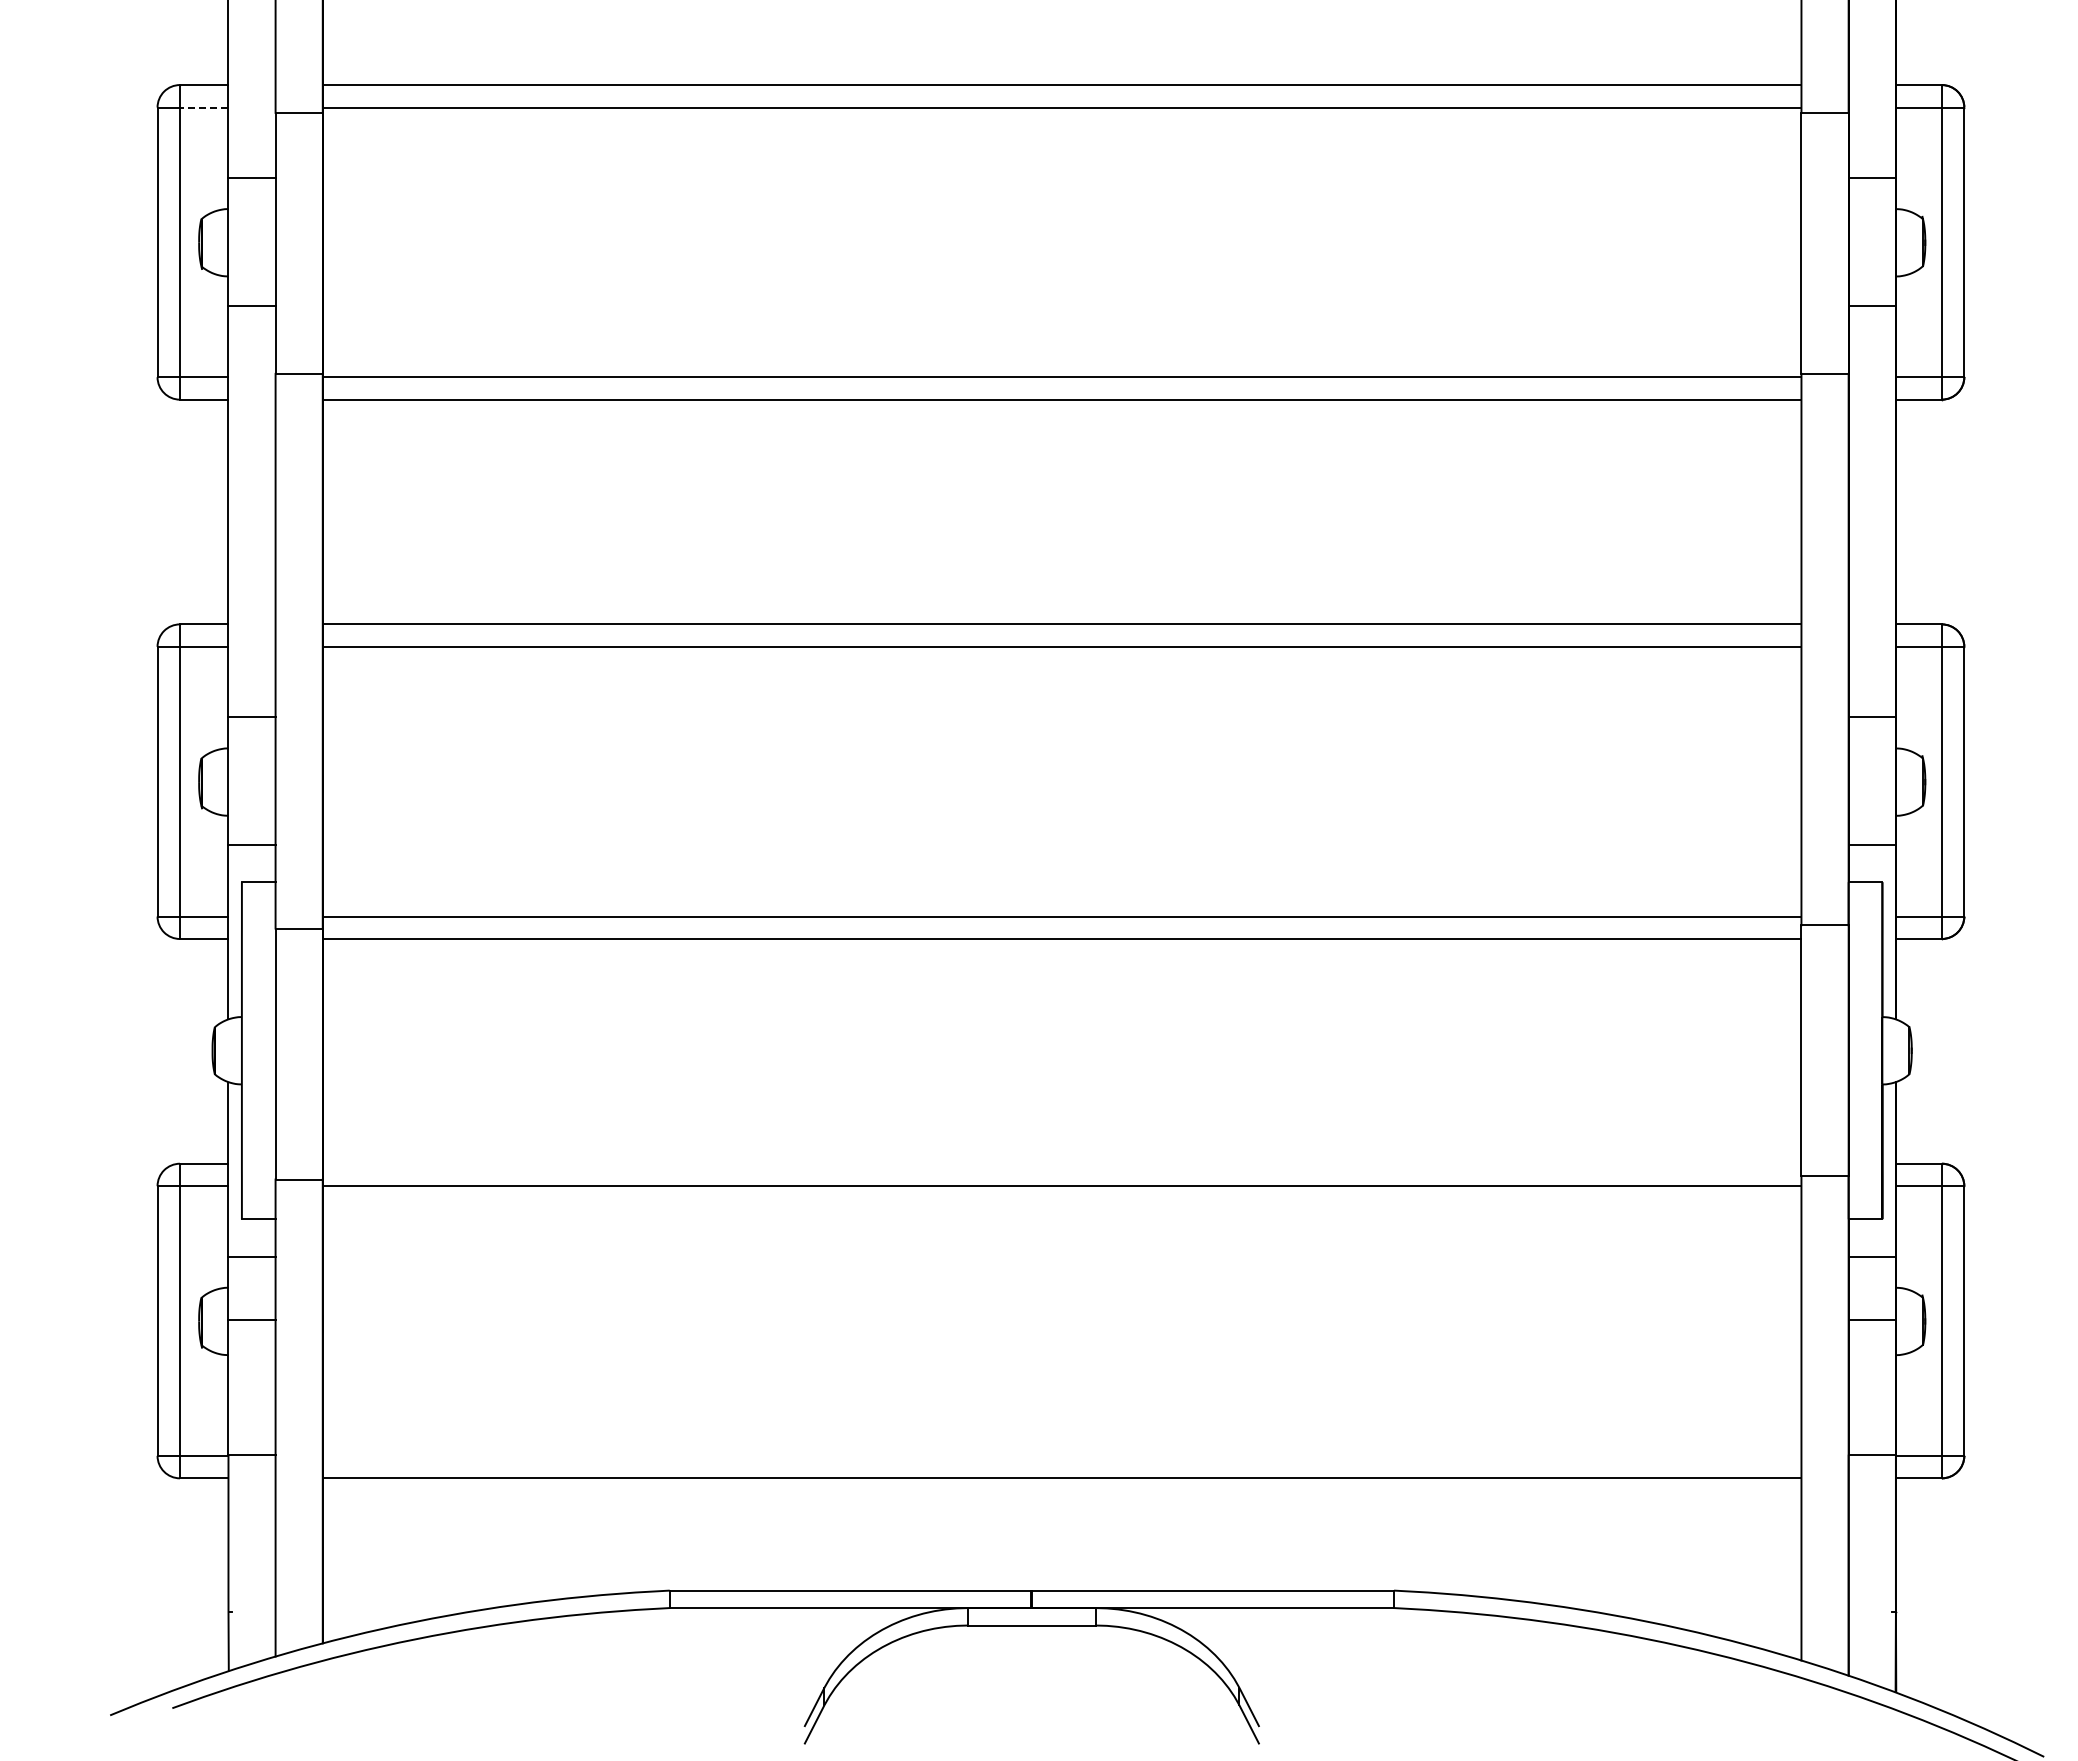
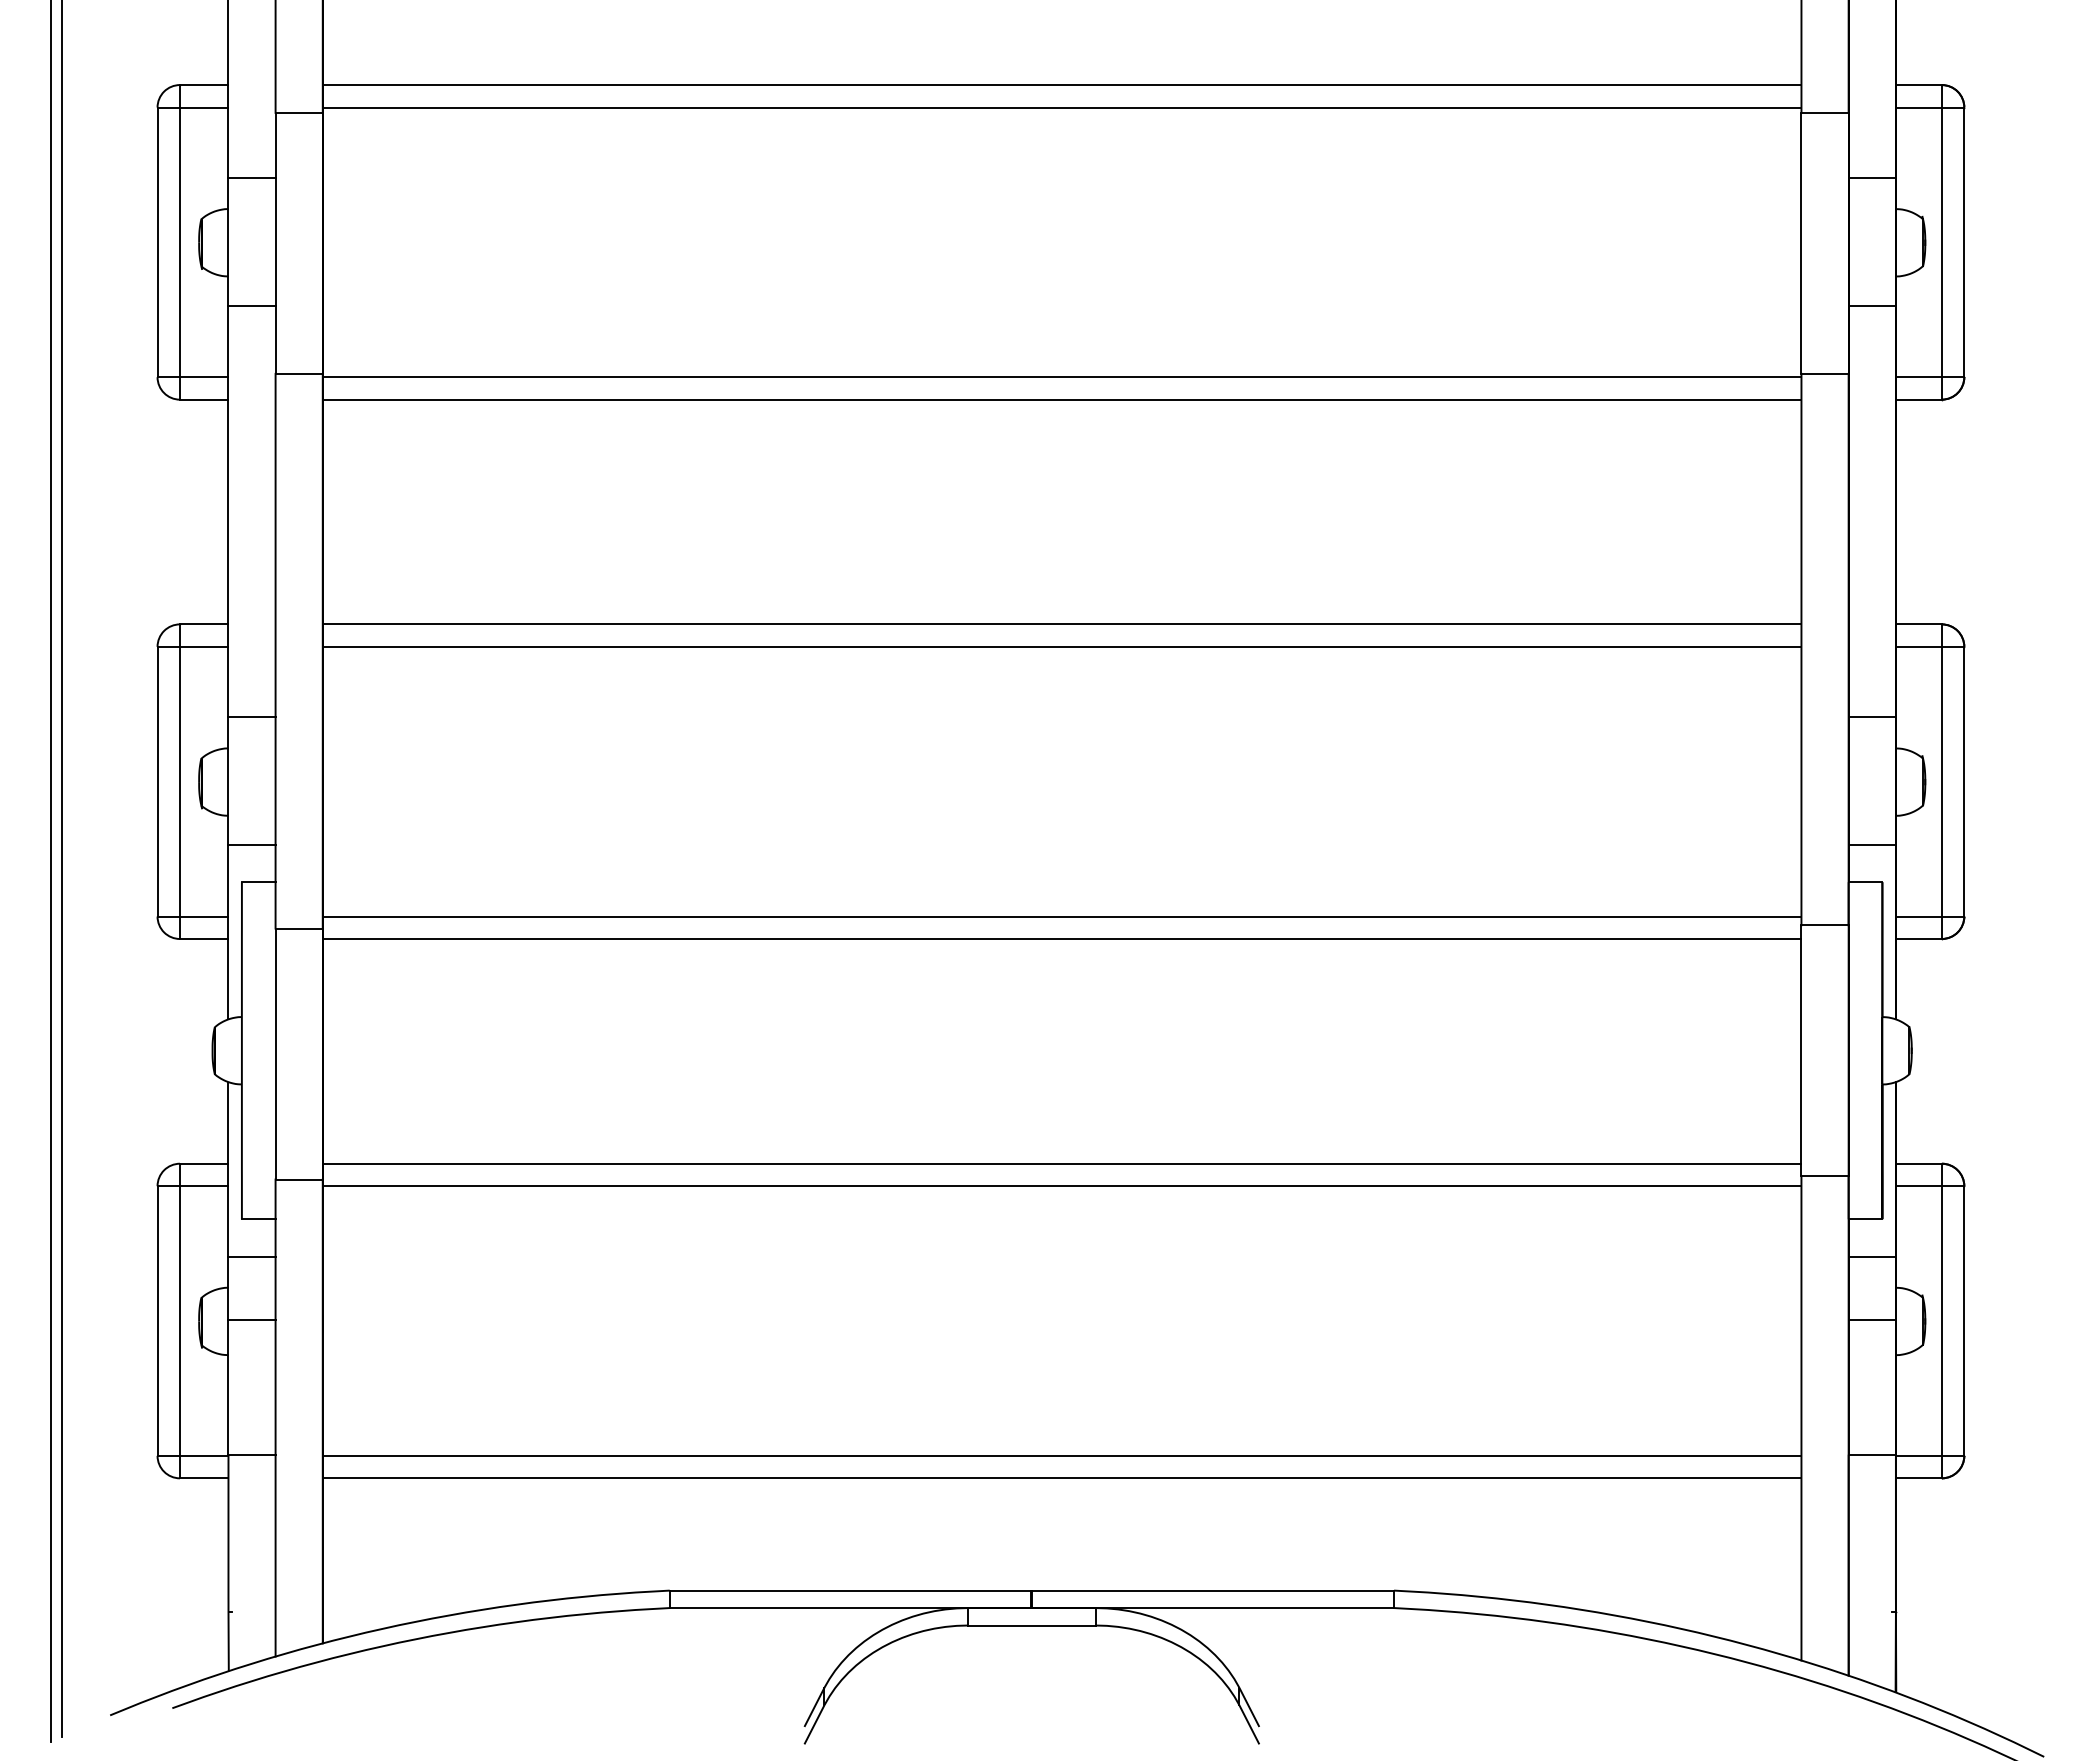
line at (203, 107): dashed -> solid
line at (62, 869): none -> present
line at (51, 871): none -> present
line at (1061, 1163): none -> present
line at (1061, 1455): none -> present
